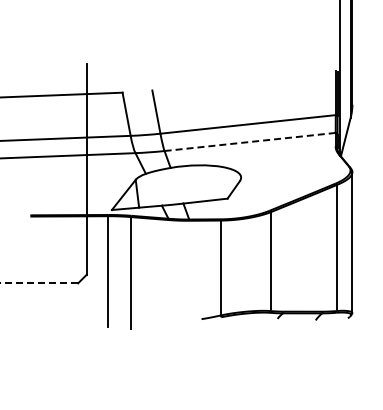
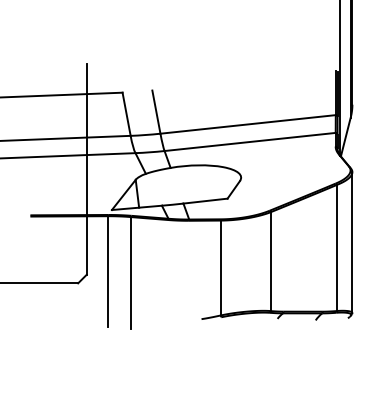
line at (249, 142): dashed -> solid
line at (39, 283): dashed -> solid
